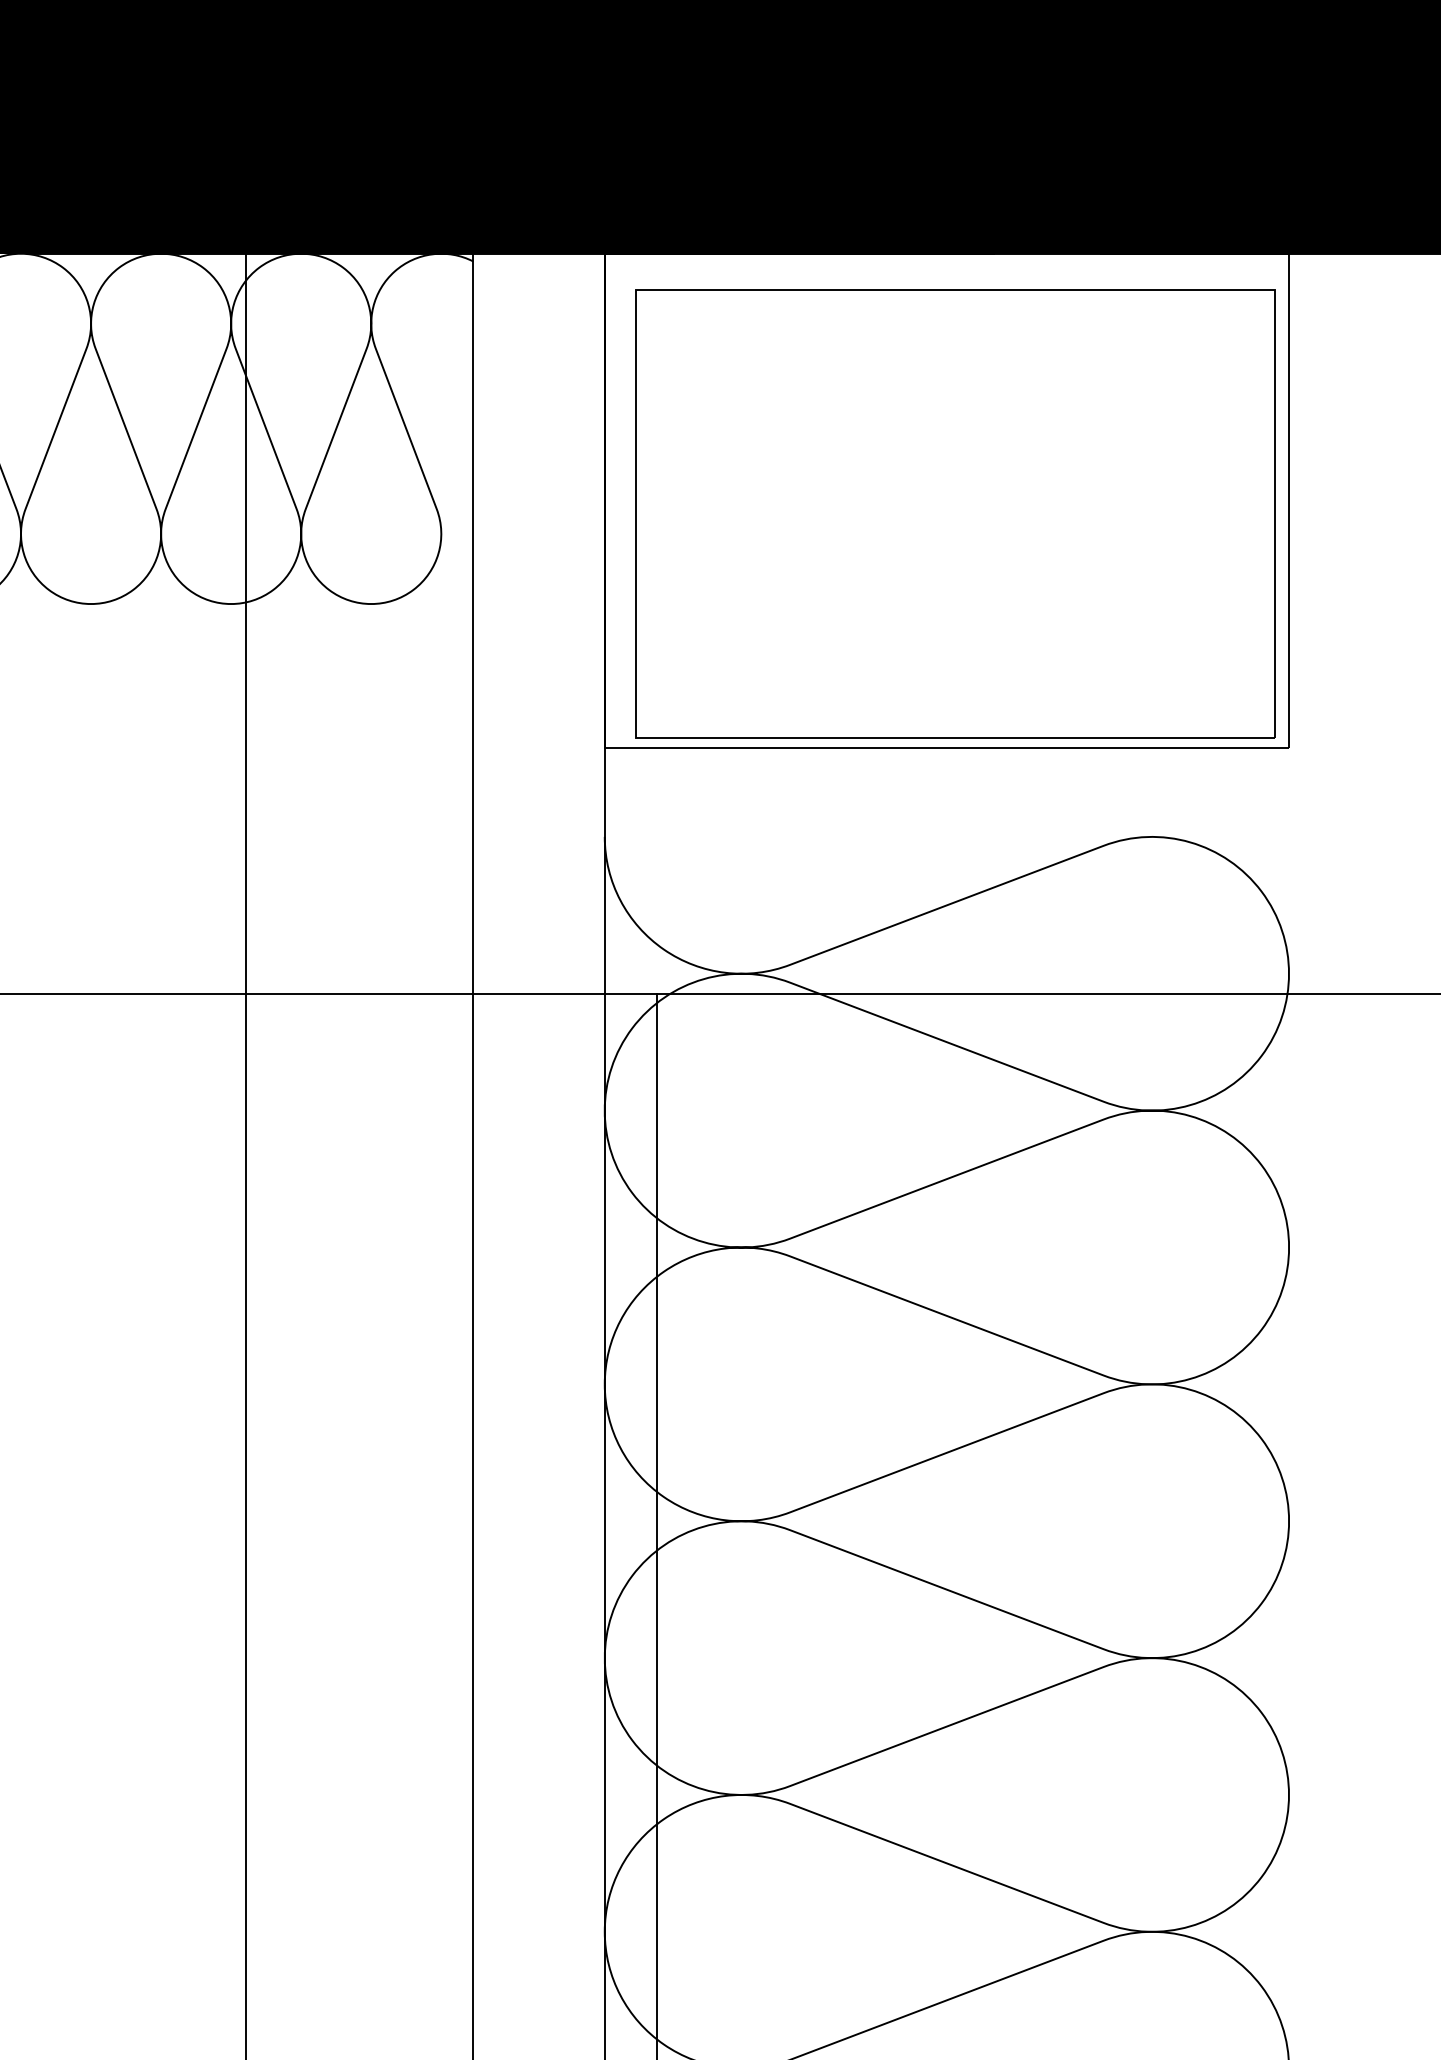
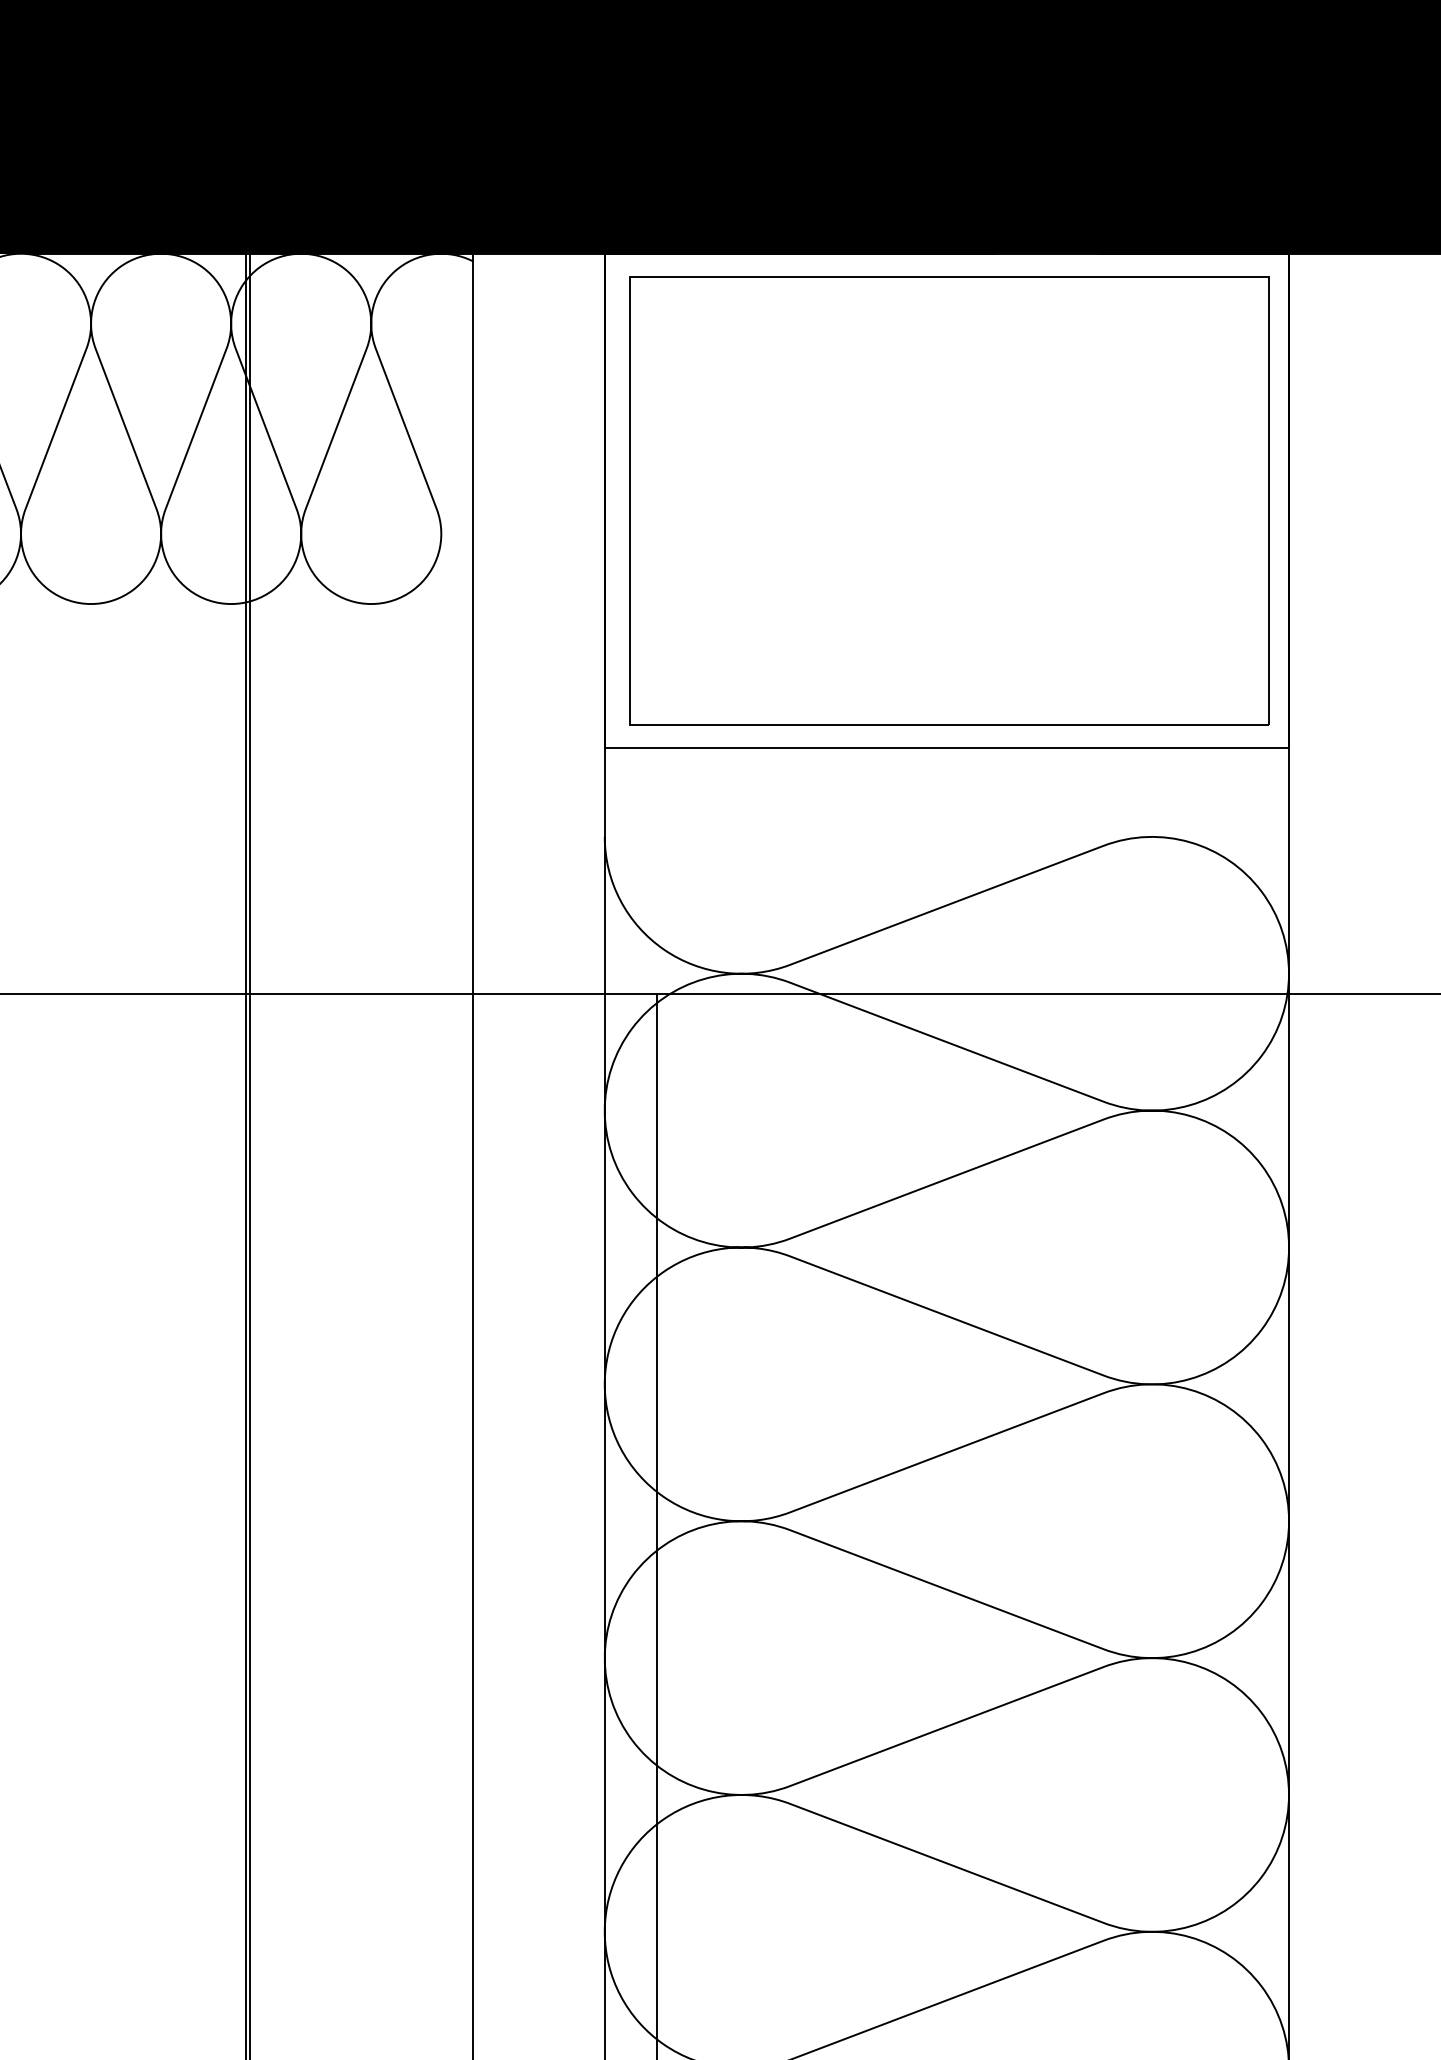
part at (955, 513) position: (955, 513) -> (949, 500)
line at (250, 1154): none -> present
line at (1289, 1154): none -> present
